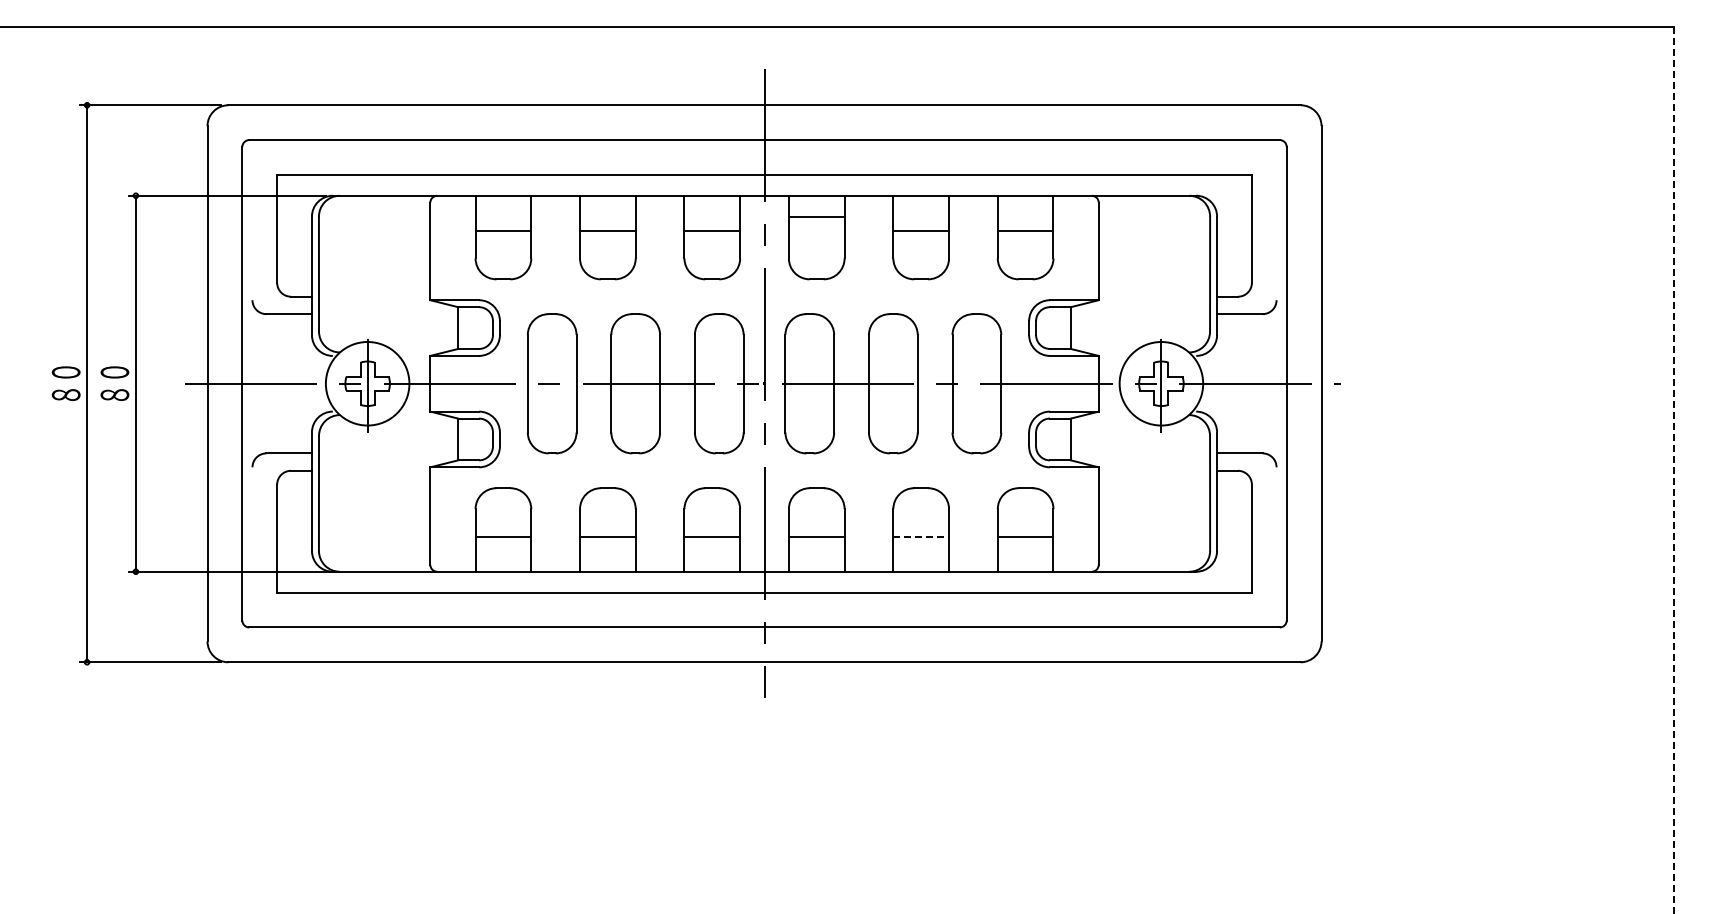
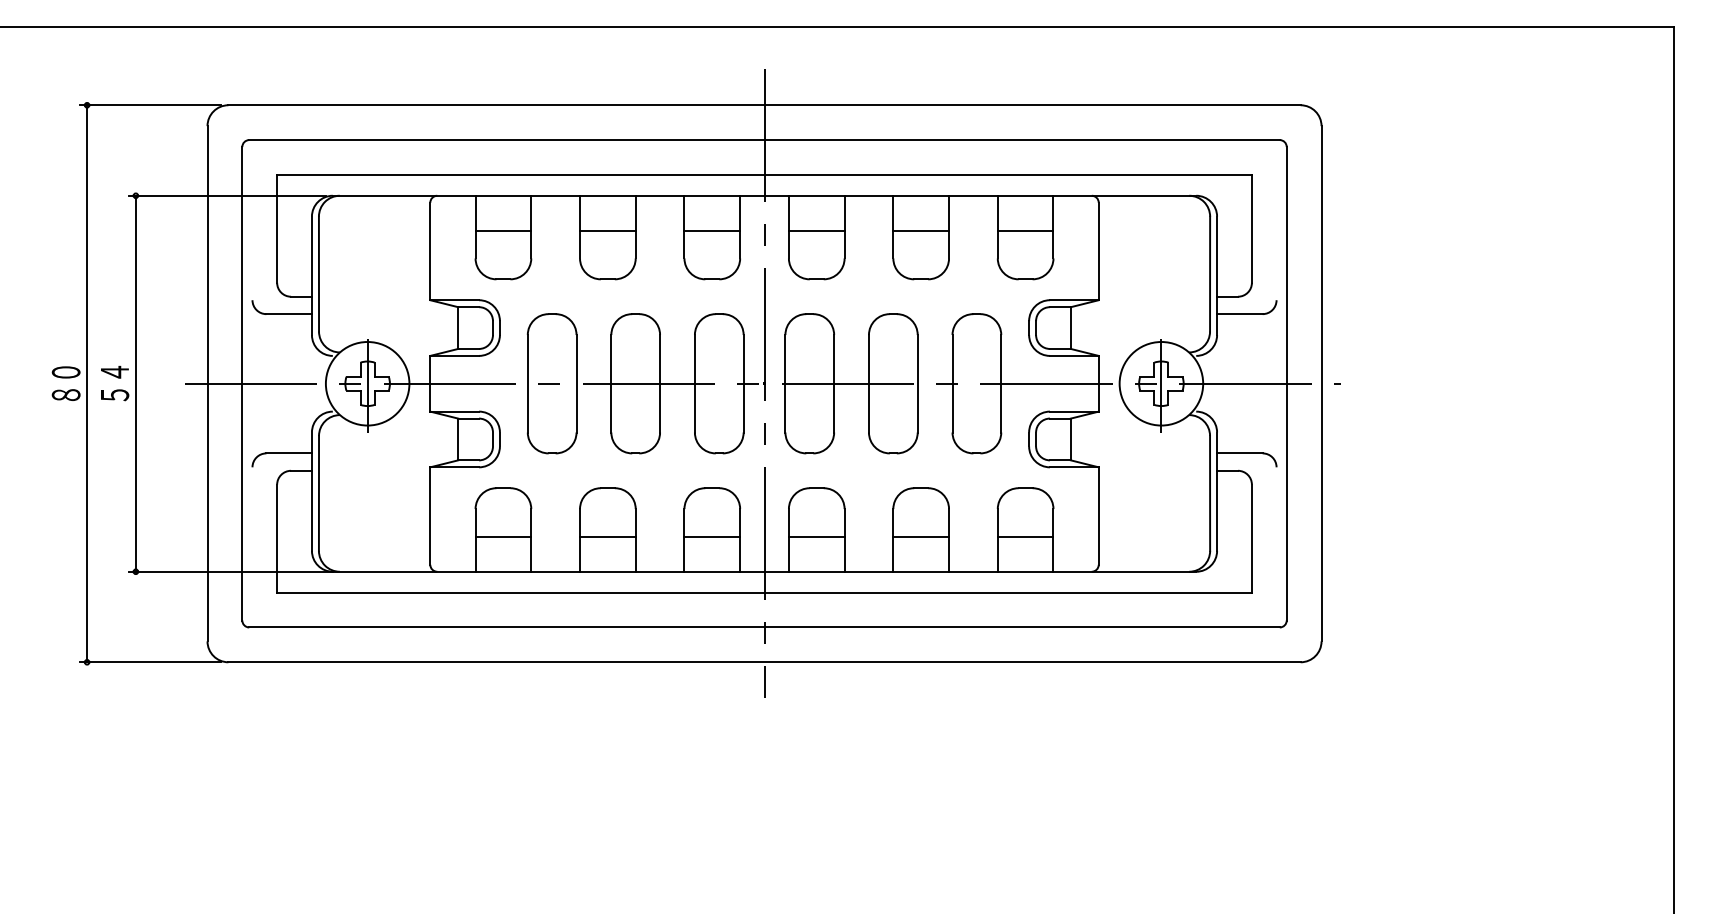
line at (816, 216) position: (816, 216) -> (816, 230)
text at (114, 383): ８０ -> ５４
line at (1674, 470): dashed -> solid
line at (921, 536): dashed -> solid
